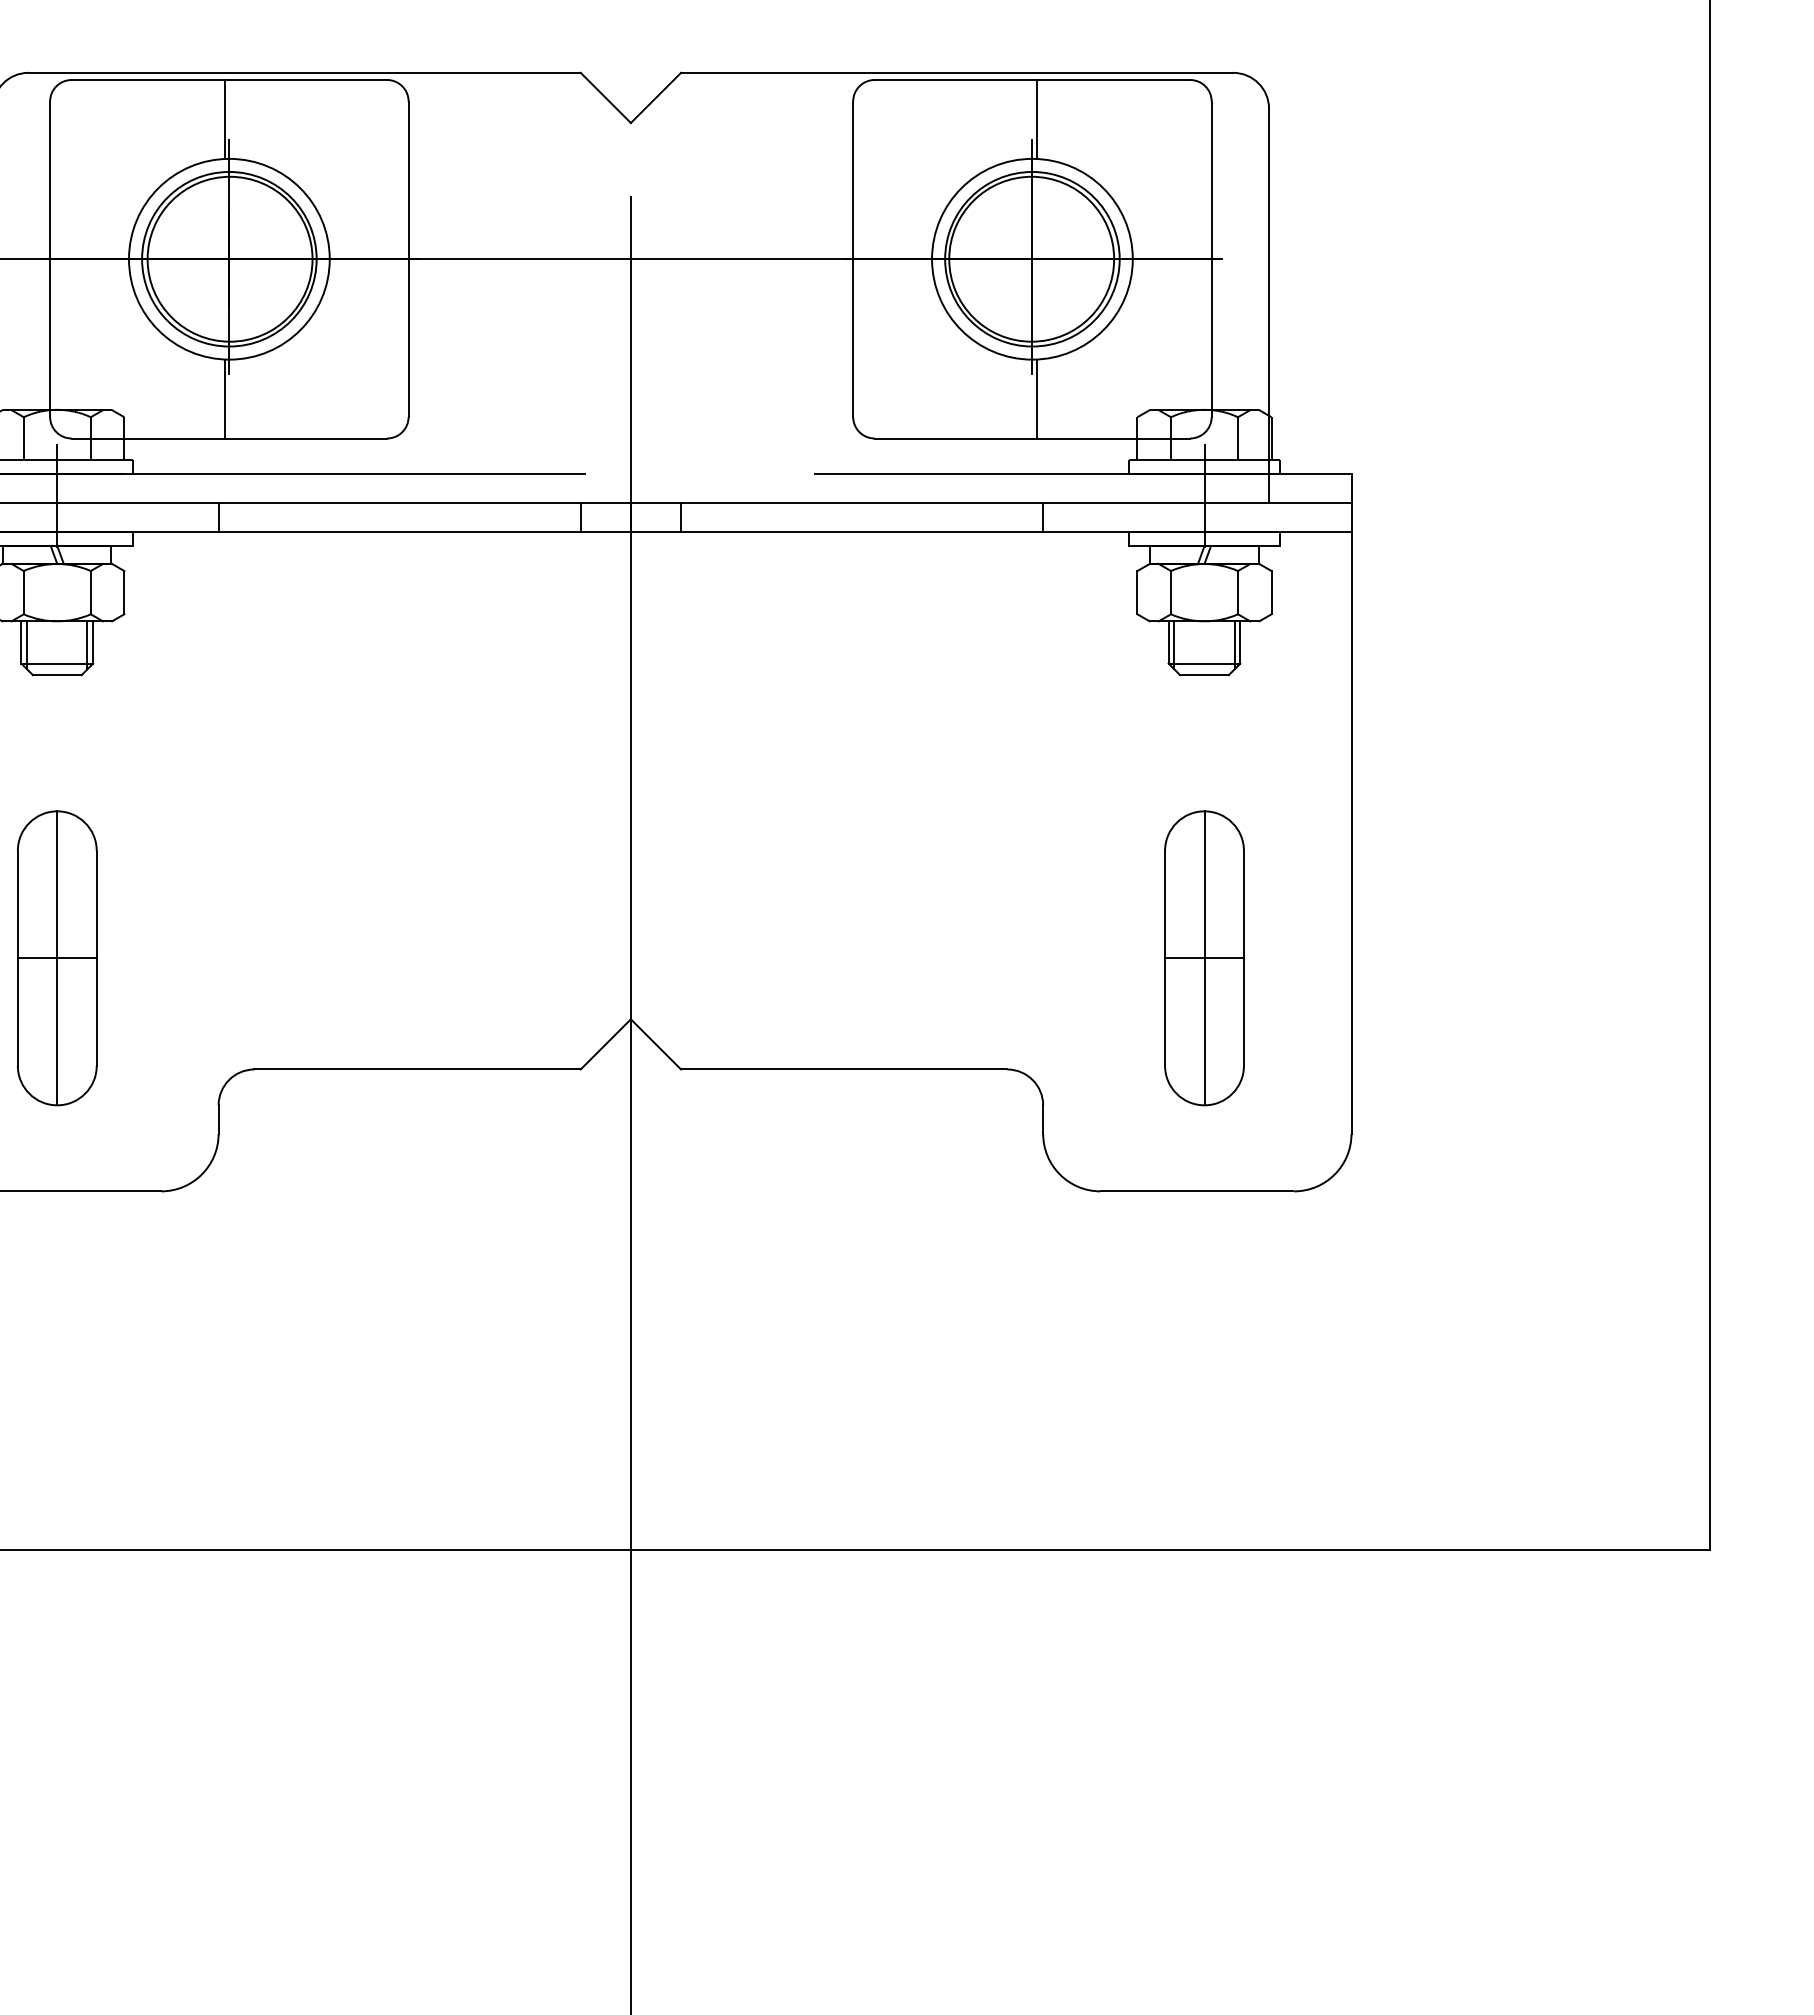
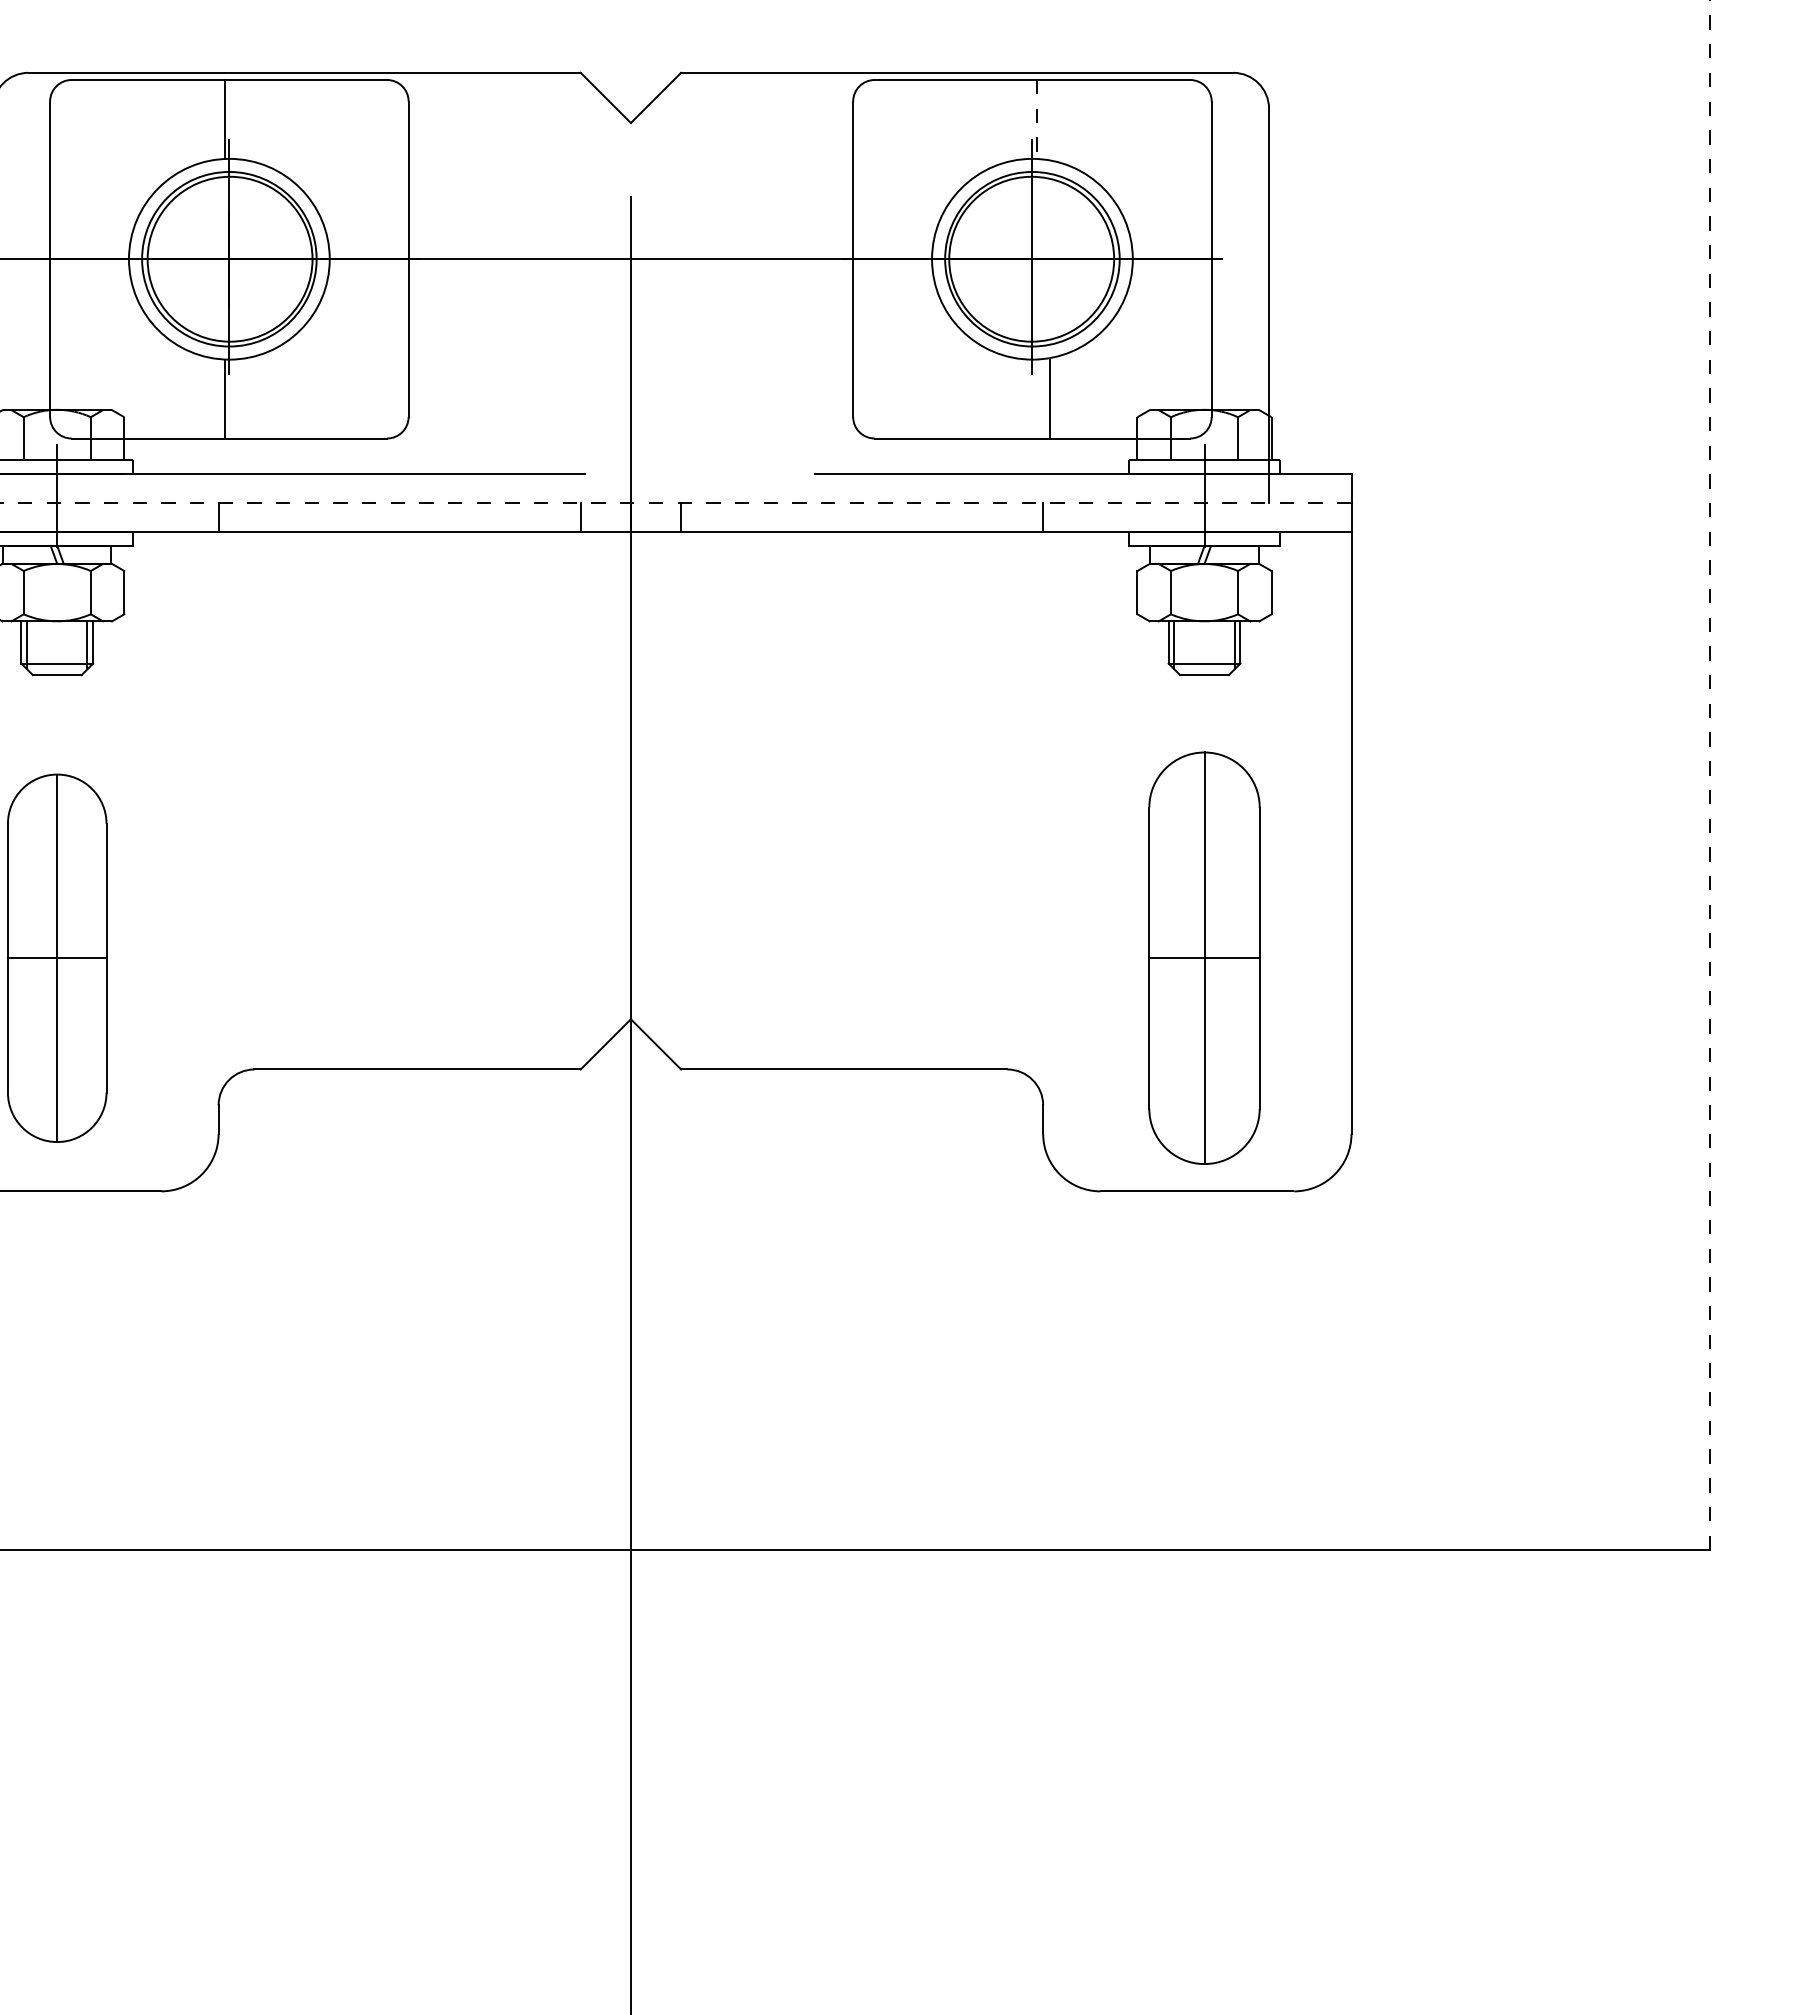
line at (1036, 119): solid -> dashed
line at (1036, 398) position: (1036, 398) -> (1049, 398)
line at (675, 503): solid -> dashed
line at (1710, 775): solid -> dashed
part at (57, 958) size: 81x297 px -> 101x370 px
part at (1204, 958) size: 81x297 px -> 113x414 px
